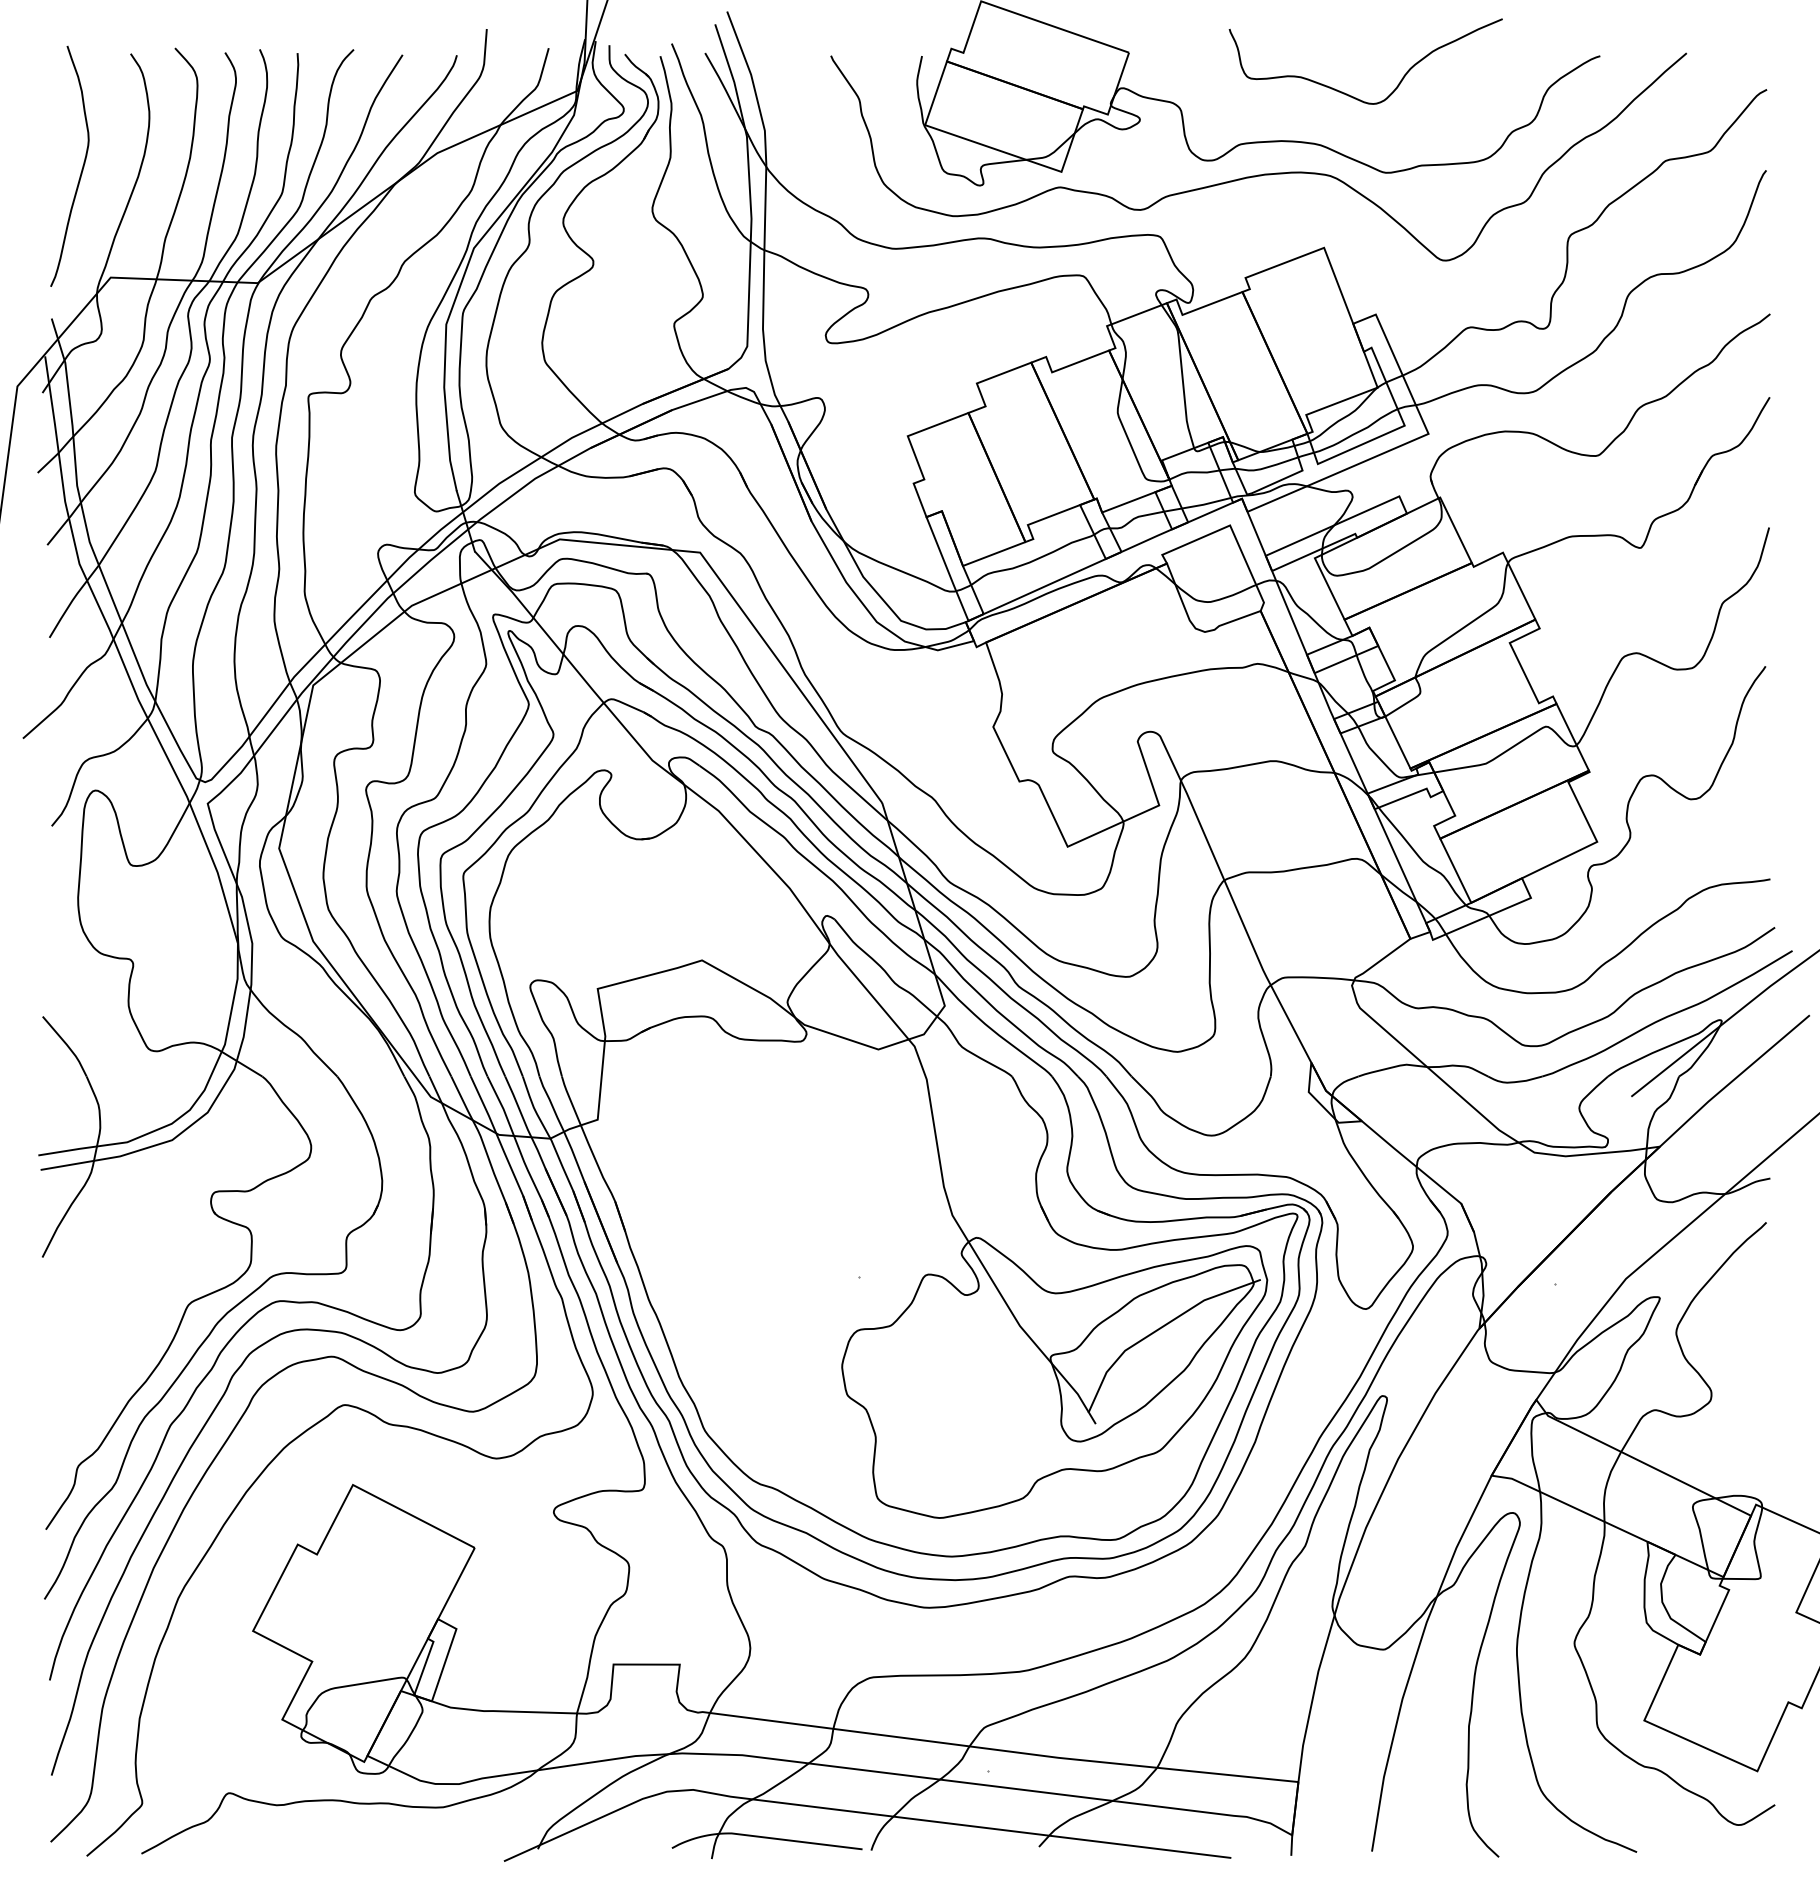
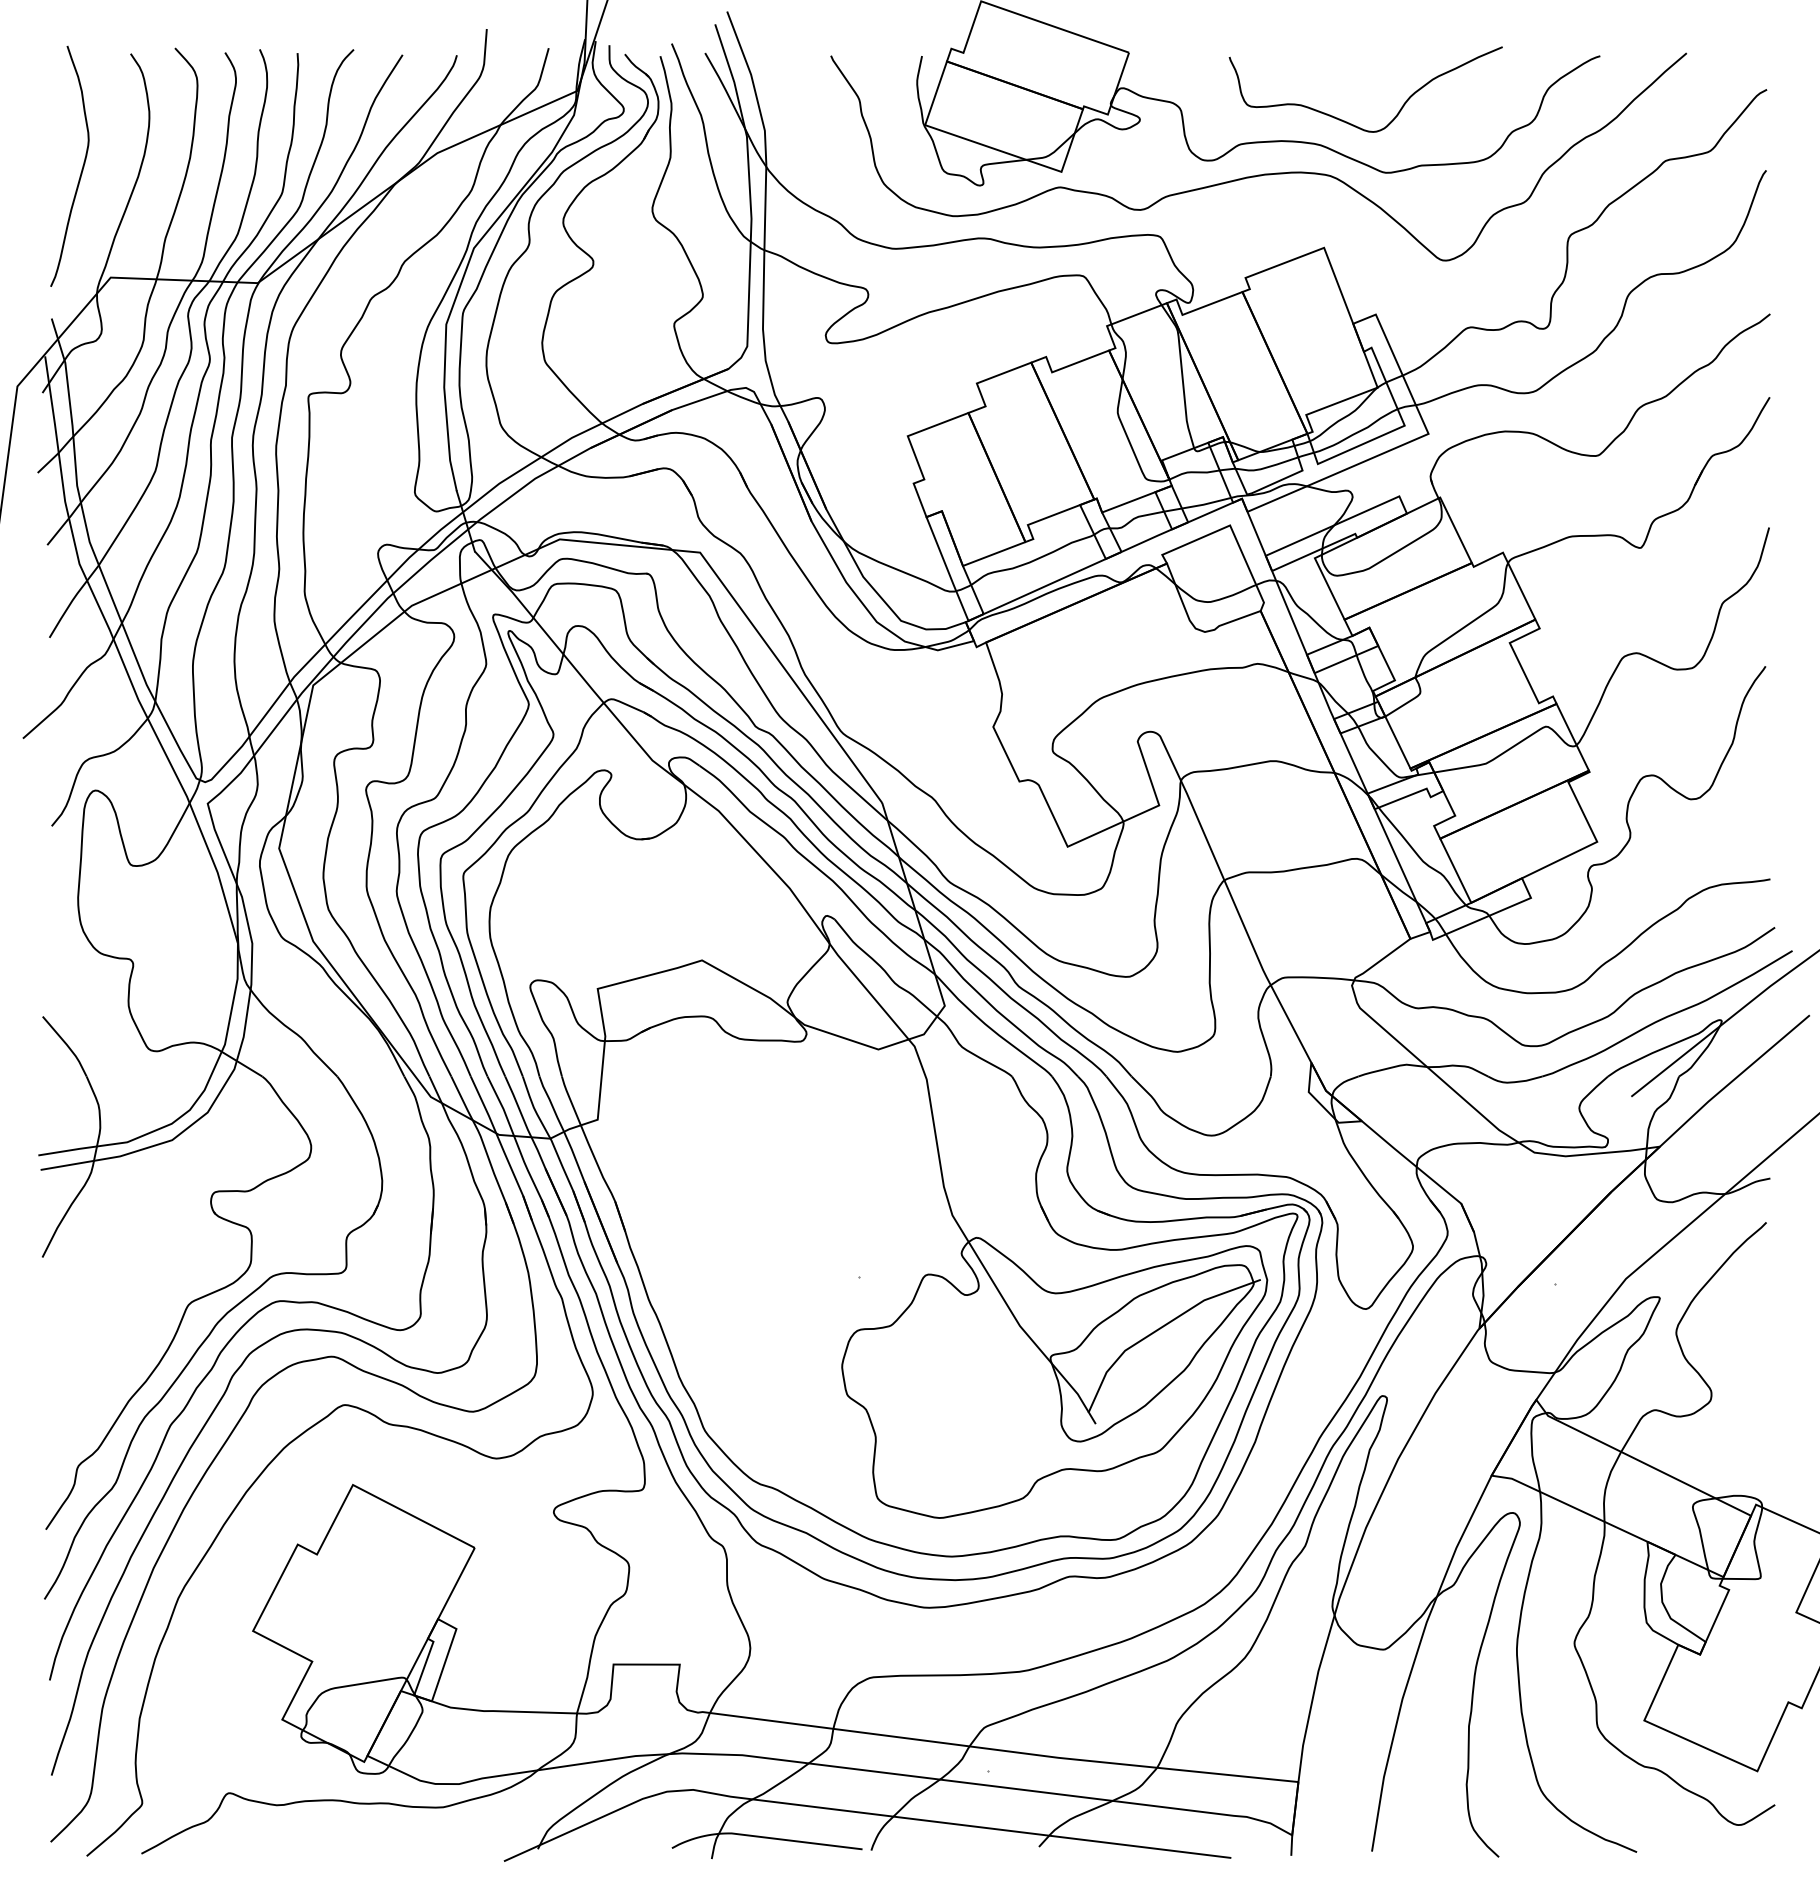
curve at (1349, 94) position: (1349, 94) -> (1349, 122)
